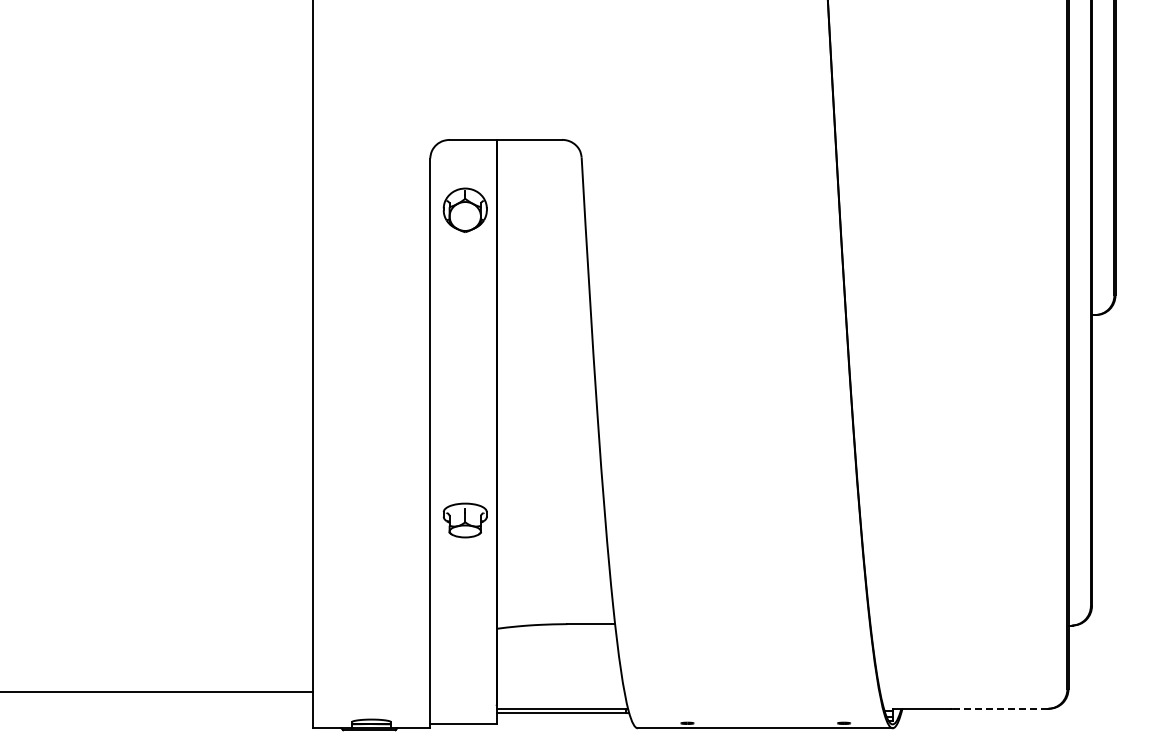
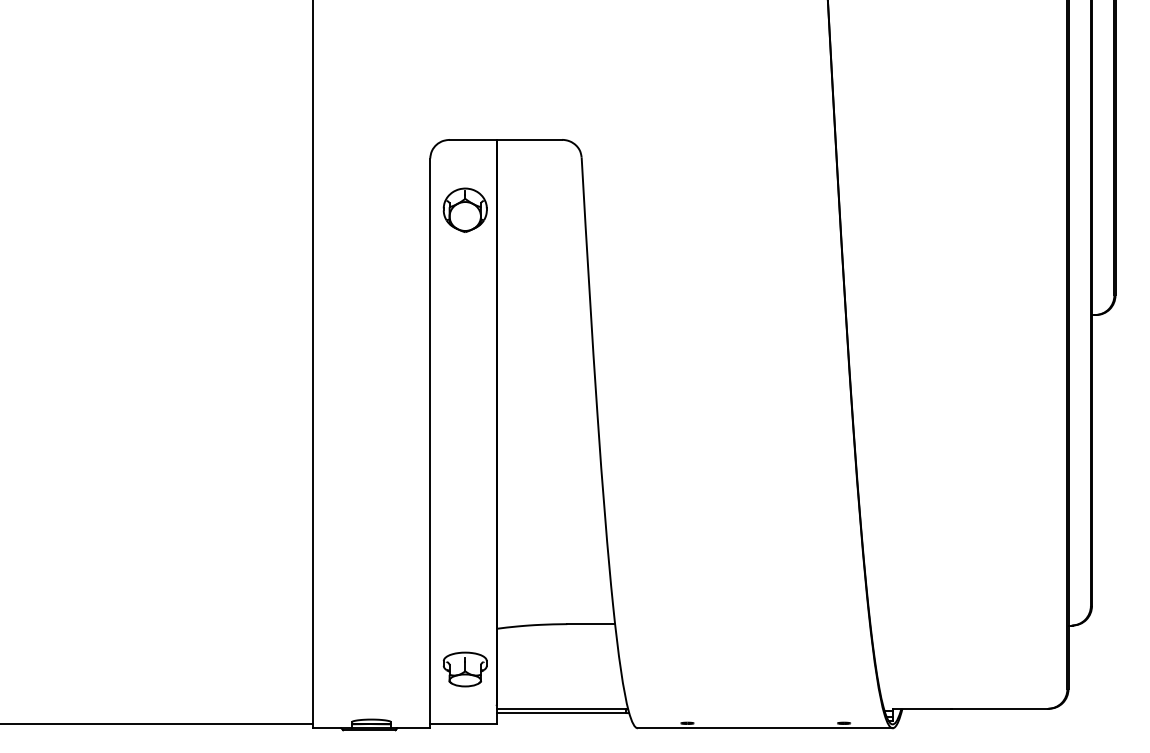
part at (464, 520) position: (464, 520) -> (464, 669)
line at (157, 692) position: (157, 692) -> (157, 724)
line at (1000, 708): dashed -> solid
